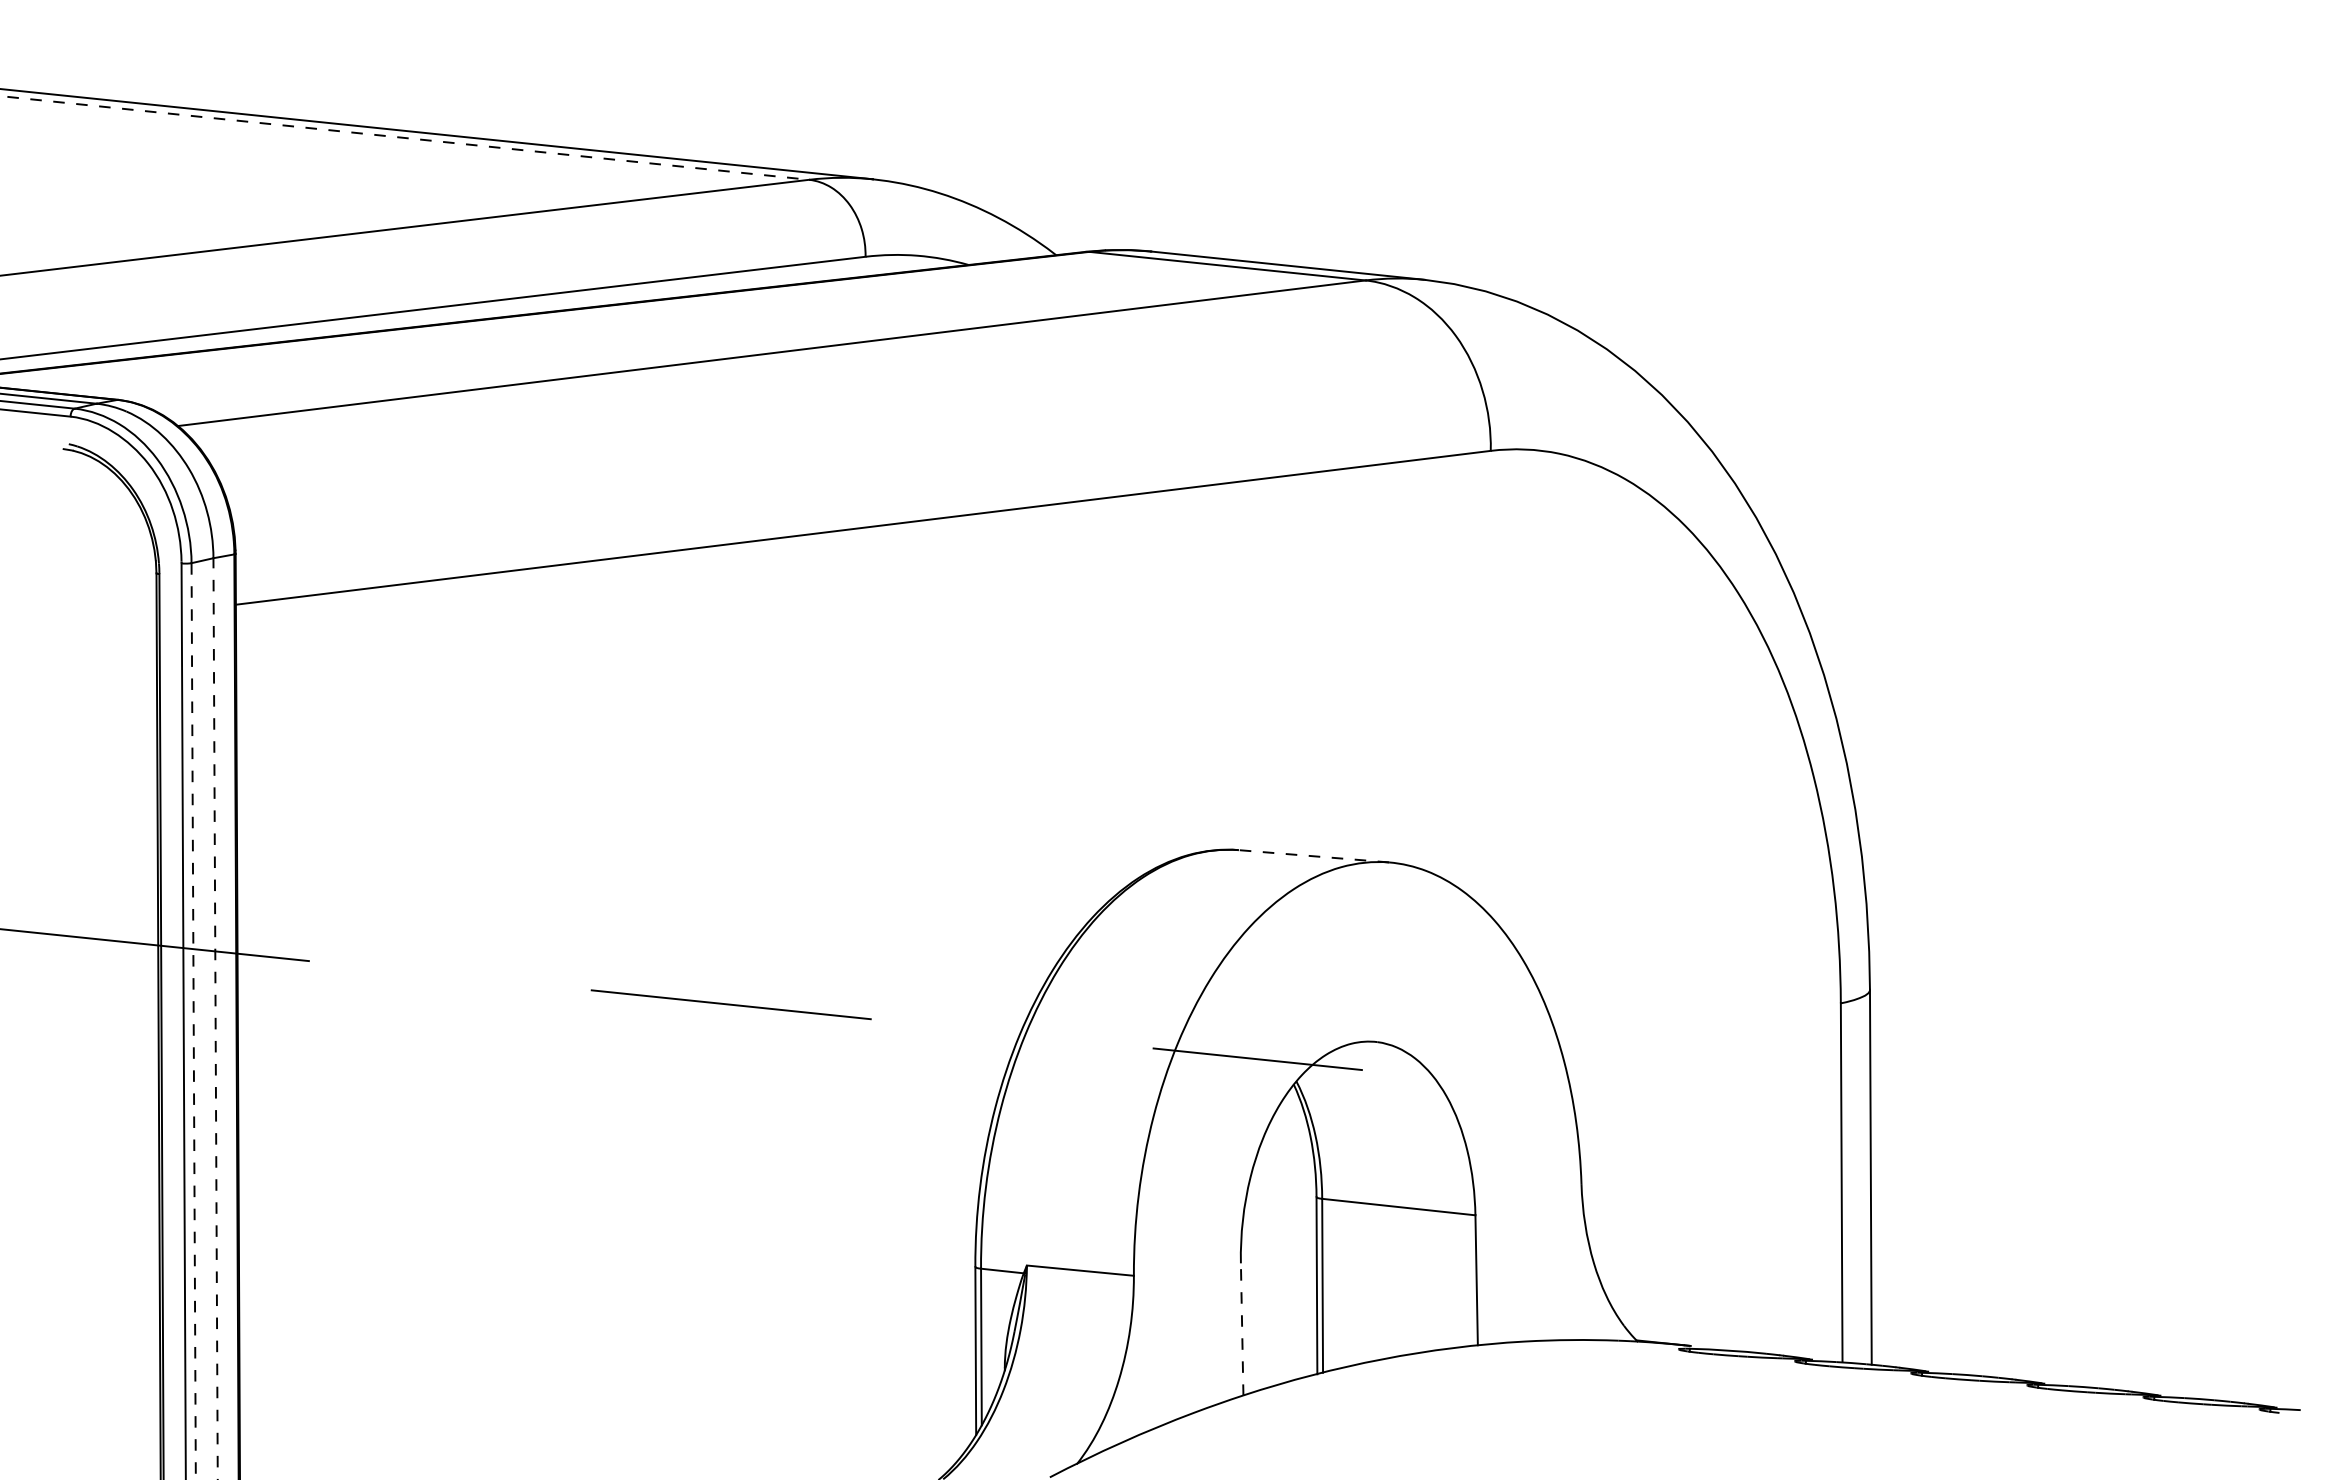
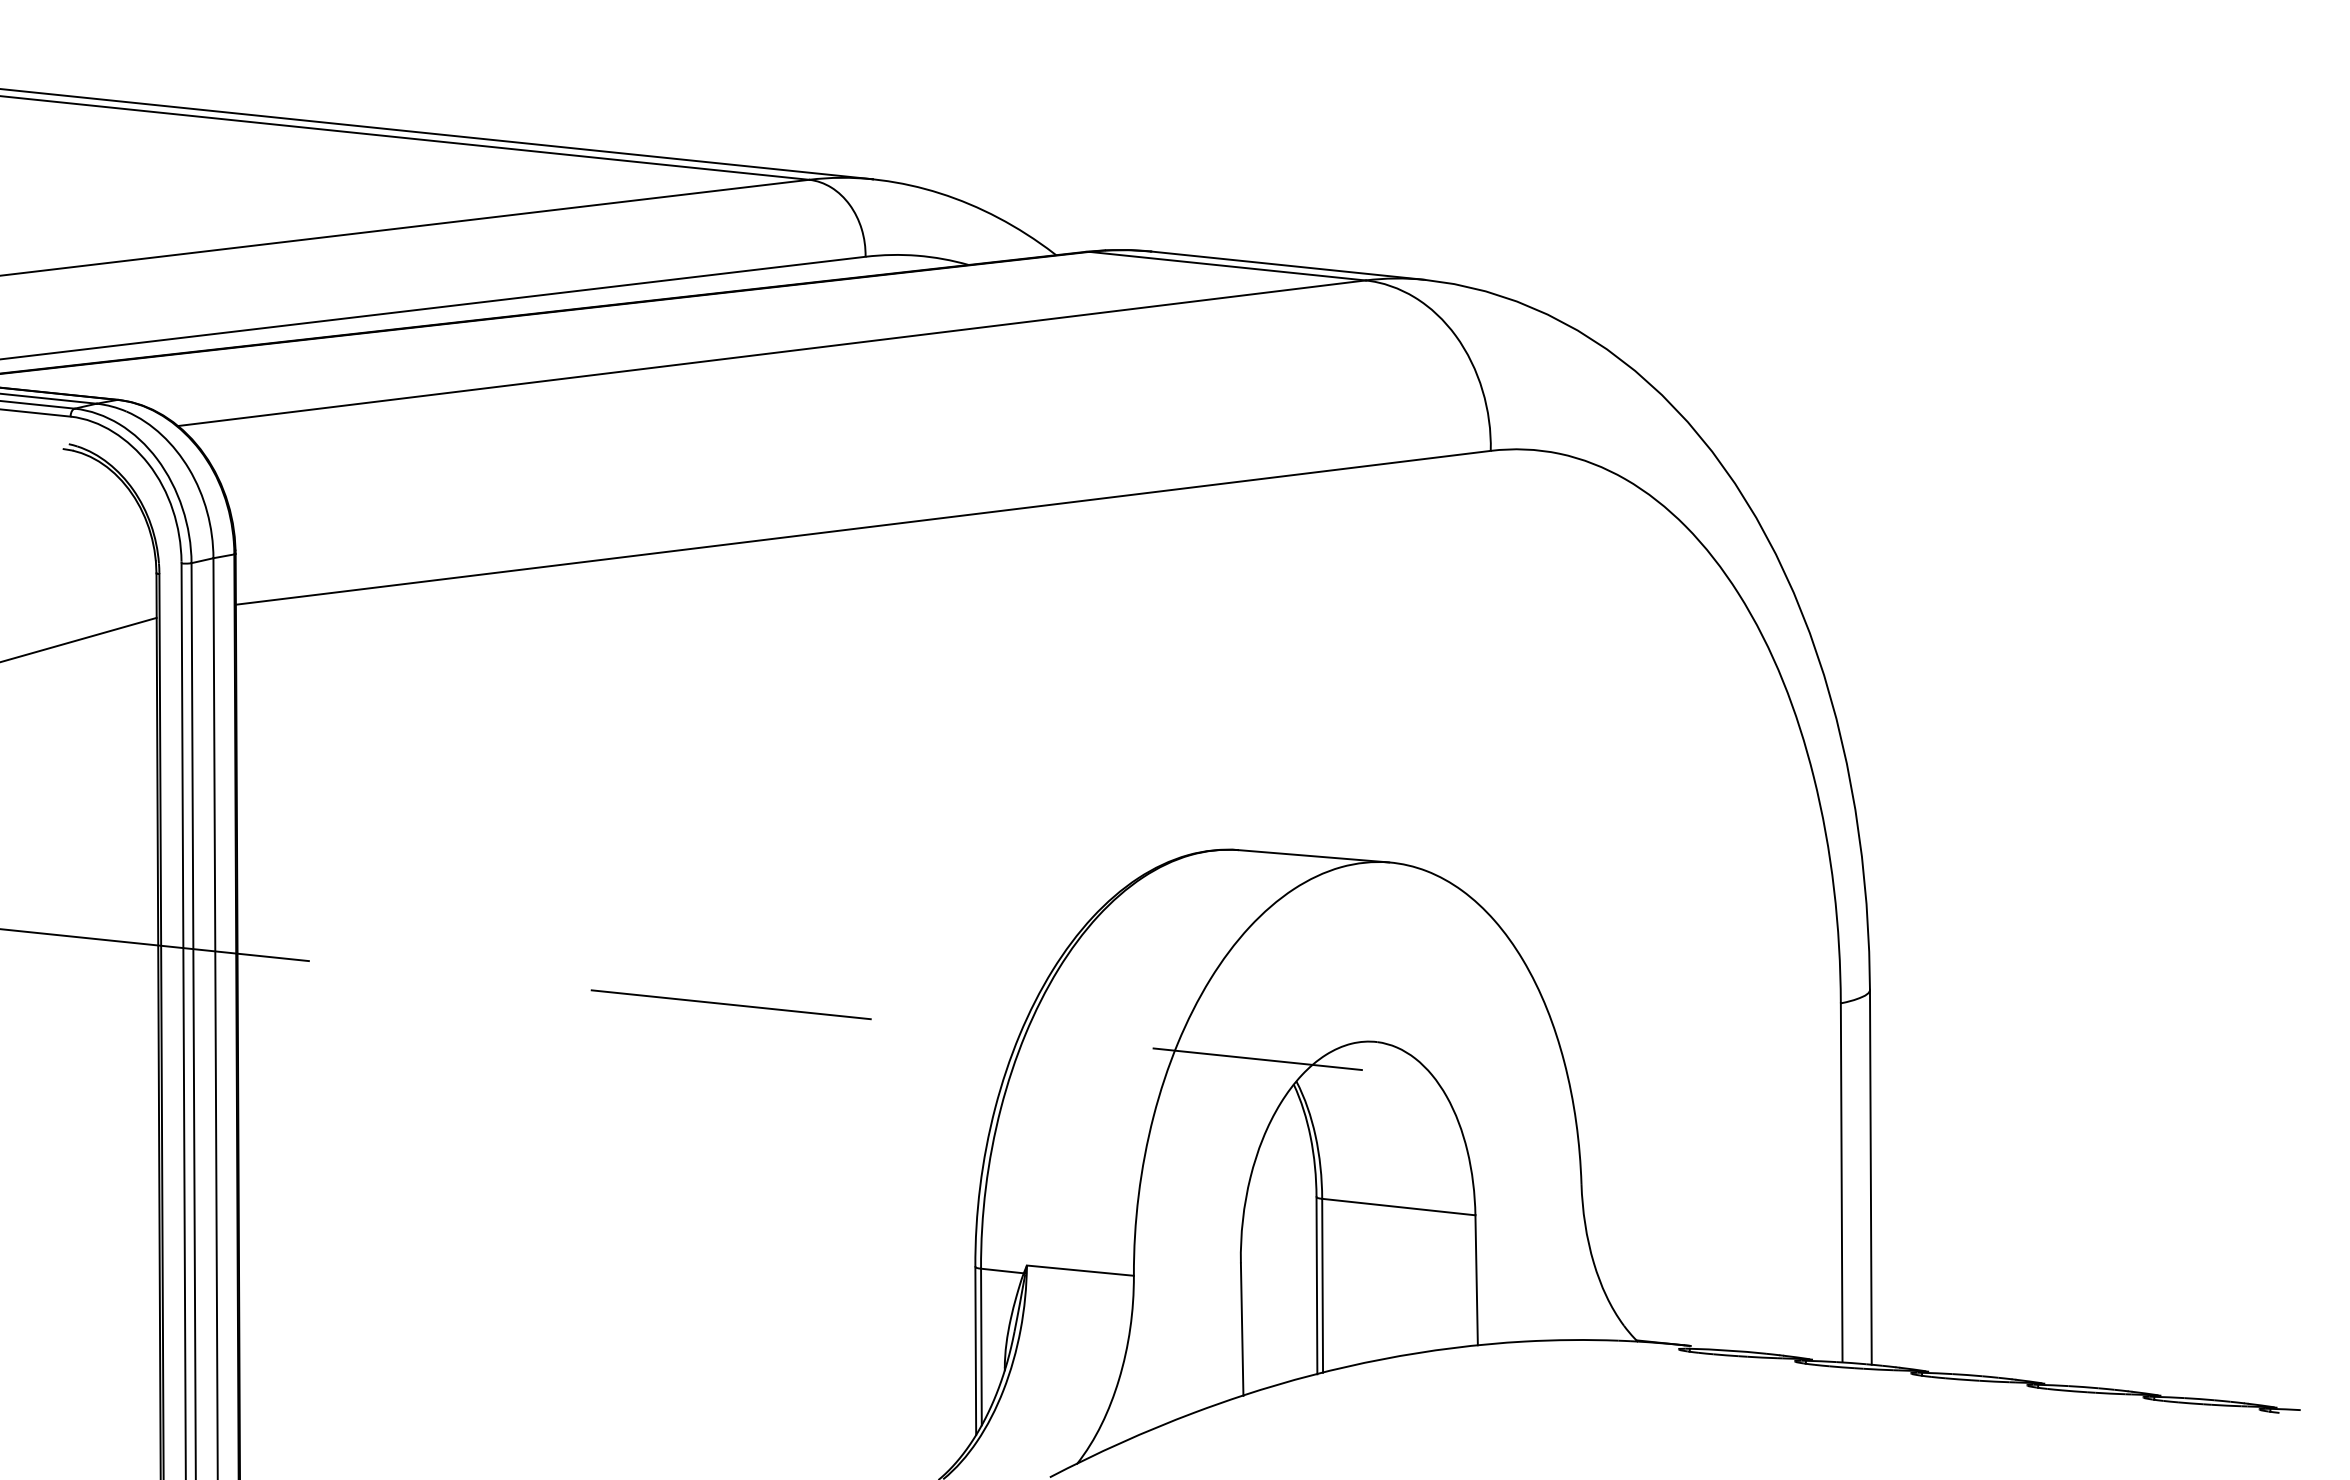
line at (405, 138): dashed -> solid
line at (79, 639): none -> present
line at (1313, 856): dashed -> solid
line at (215, 1019): dashed -> solid
line at (193, 1021): dashed -> solid
line at (1242, 1329): dashed -> solid
